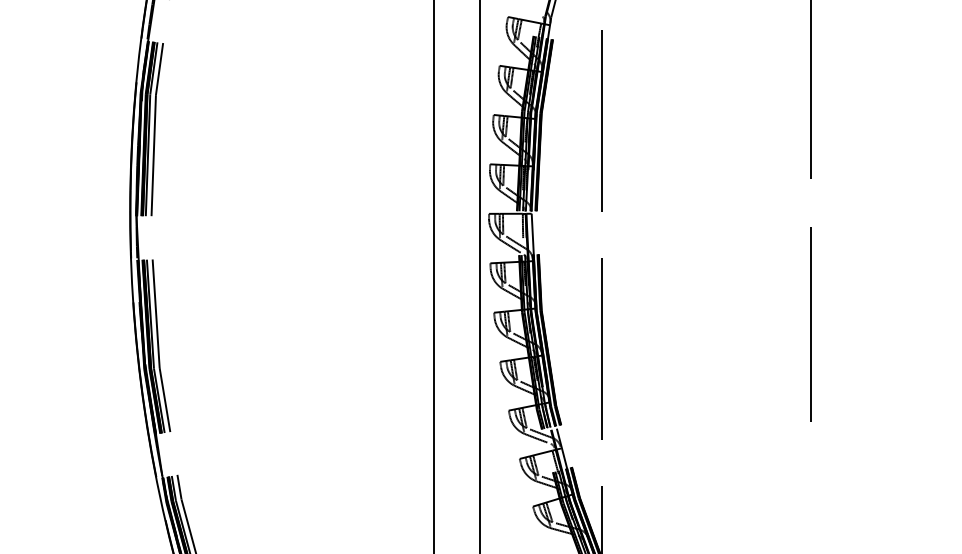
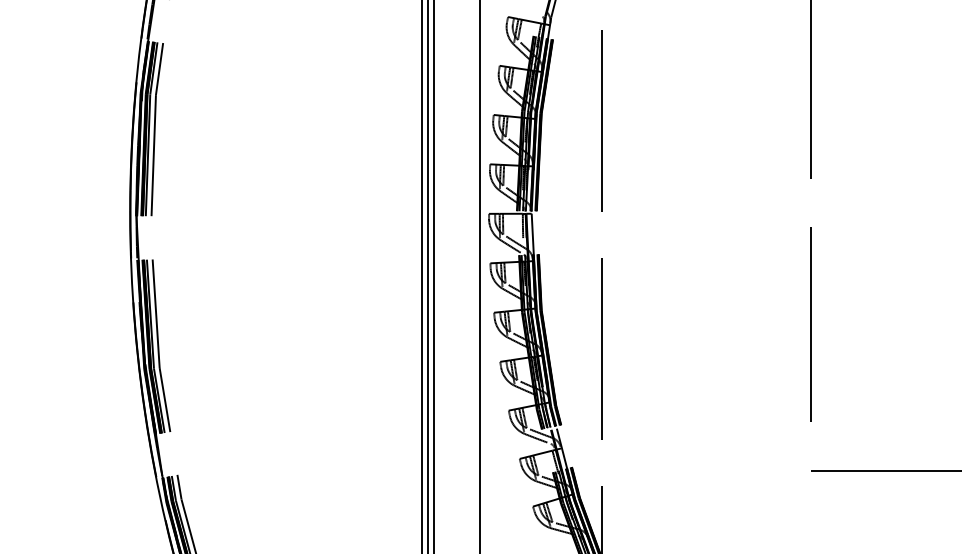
line at (422, 276): none -> present
line at (428, 276): none -> present
line at (884, 470): none -> present
